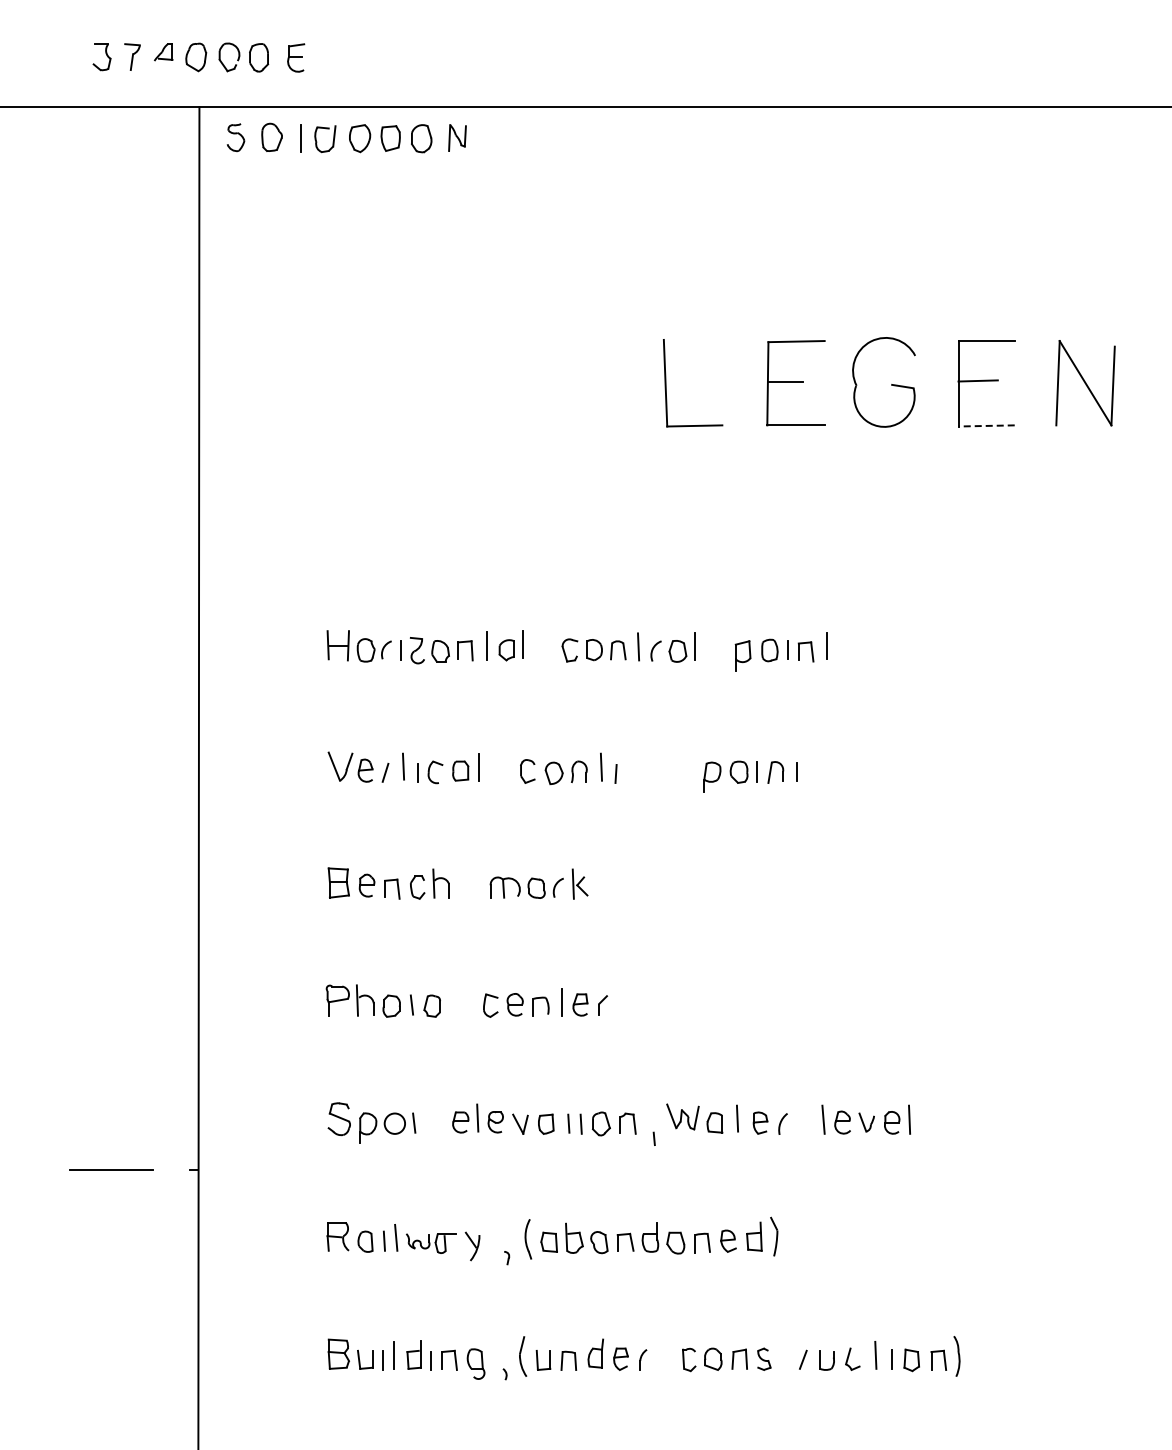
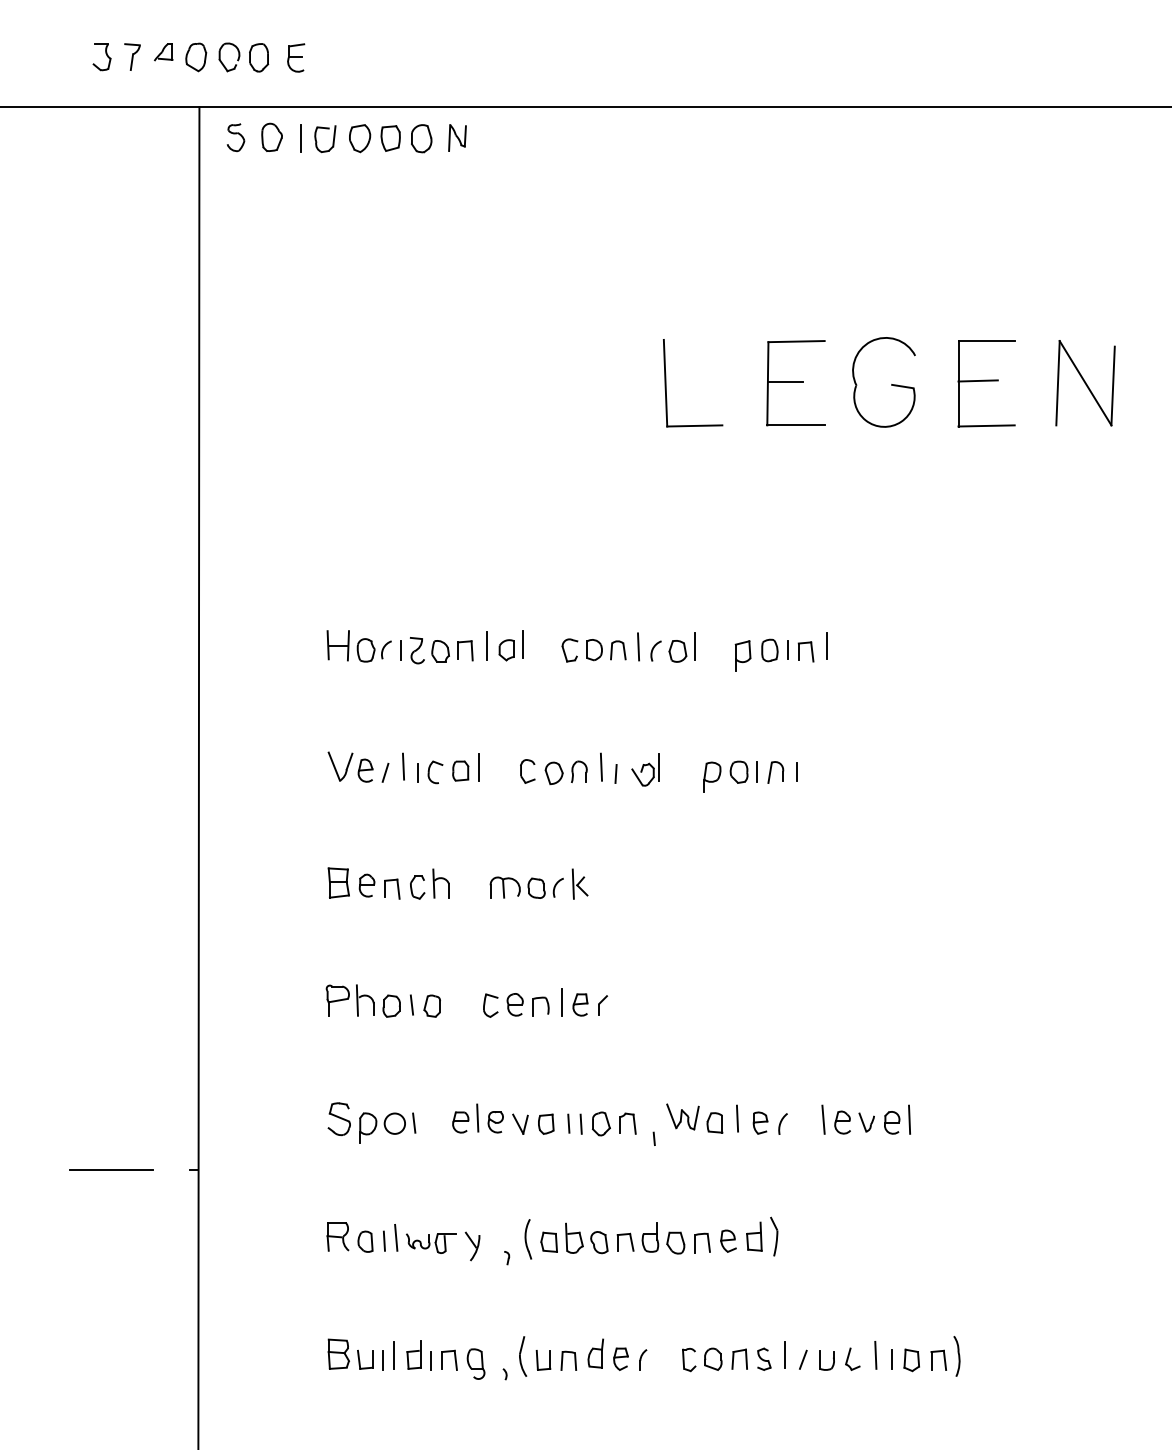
line at (986, 425): dashed -> solid
part at (645, 769): none -> present
line at (785, 1354): none -> present
